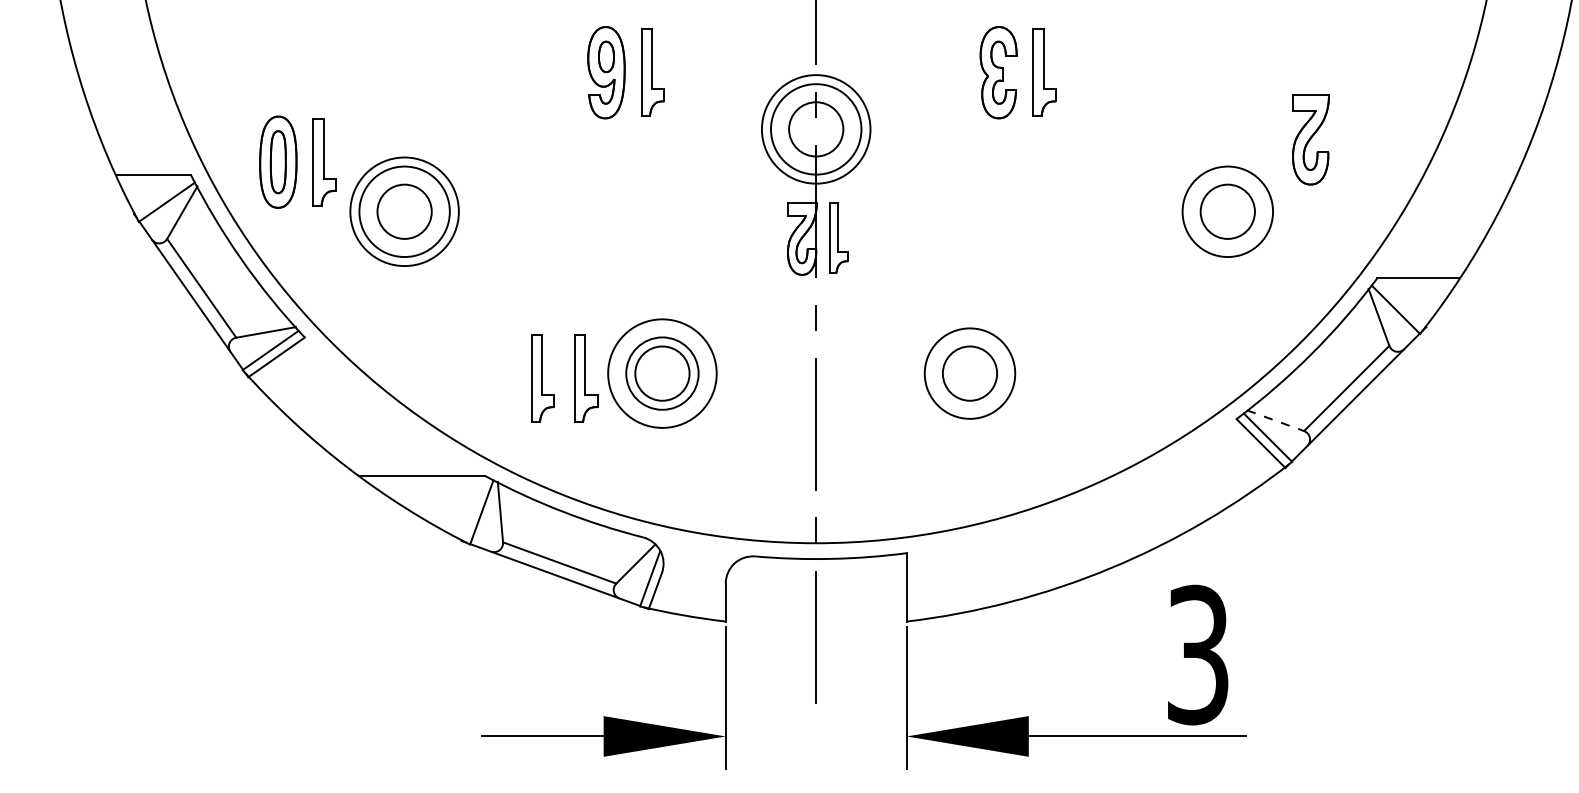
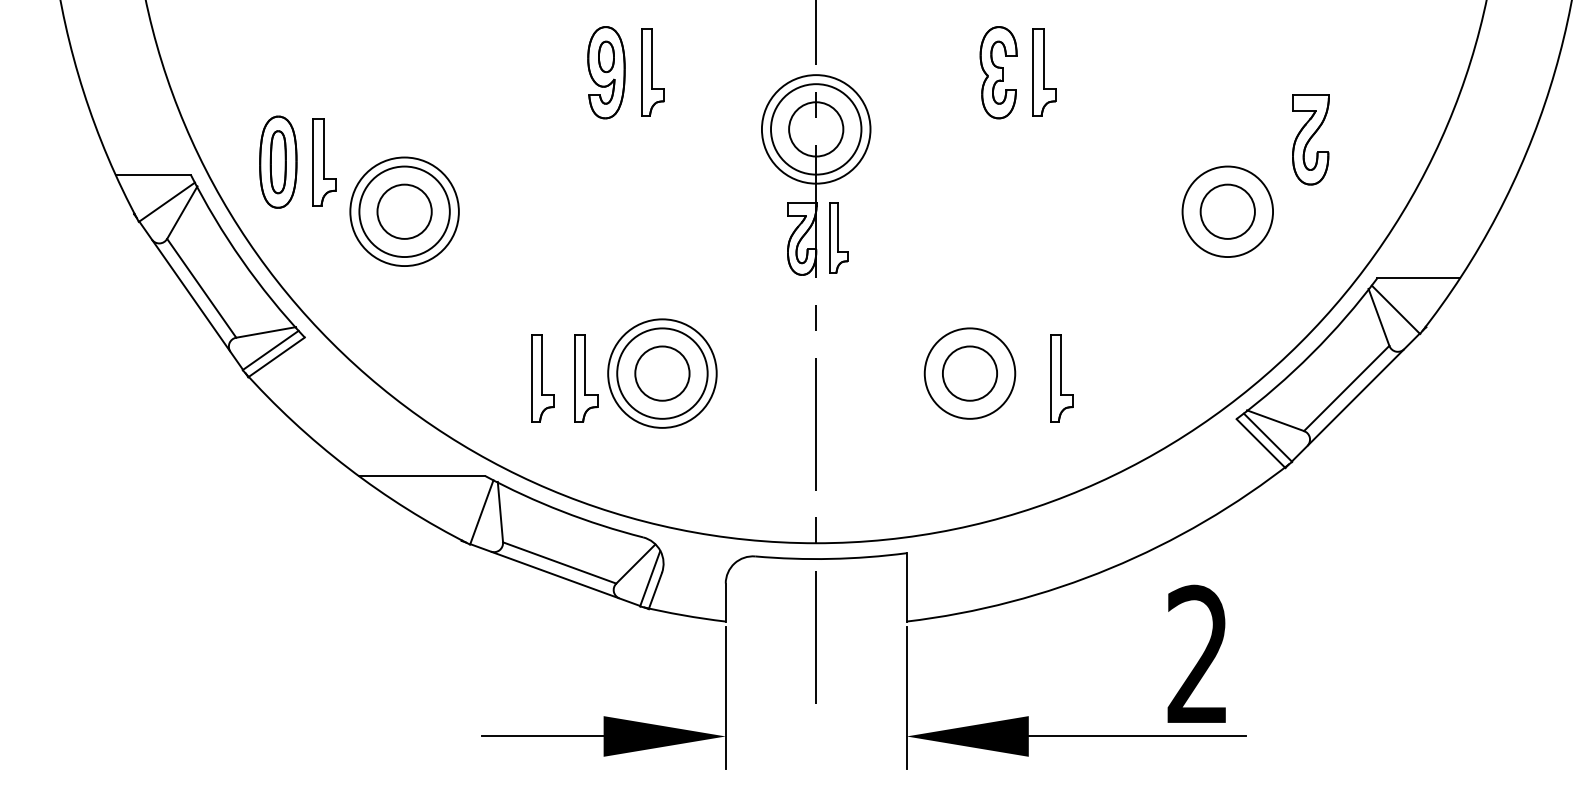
circle at (662, 373) diameter: 72 px -> 90 px
part at (1061, 378): none -> present
line at (1276, 420): dashed -> solid
text at (1197, 654): 3 -> 2
